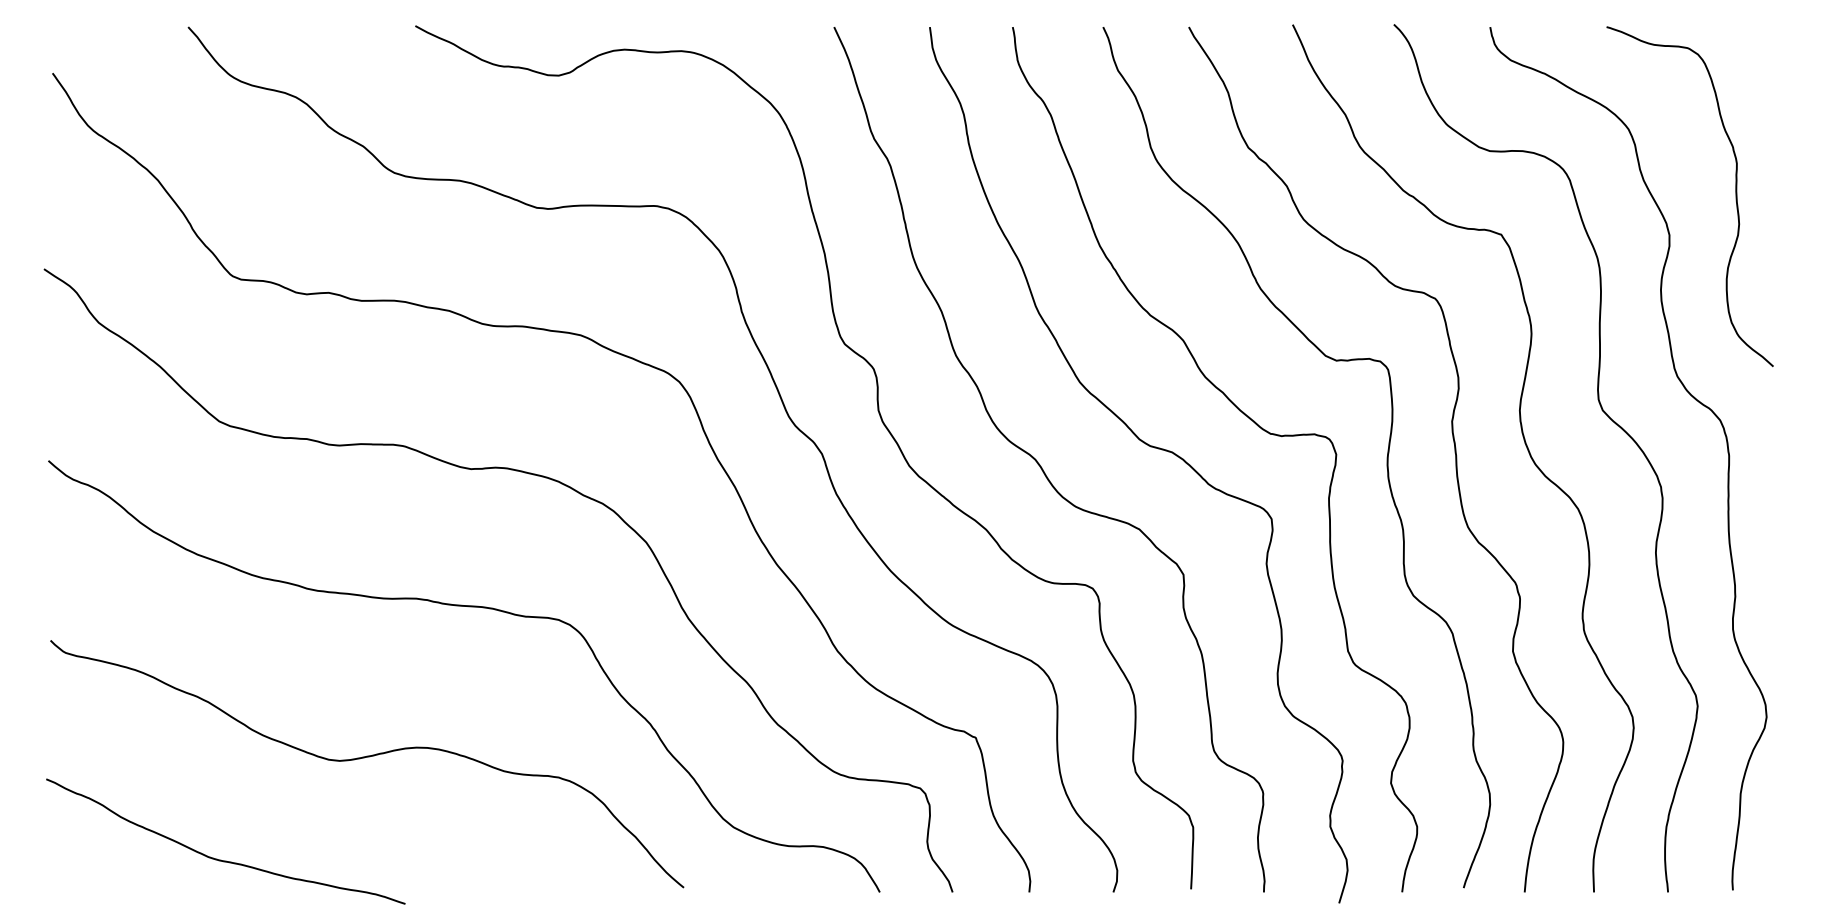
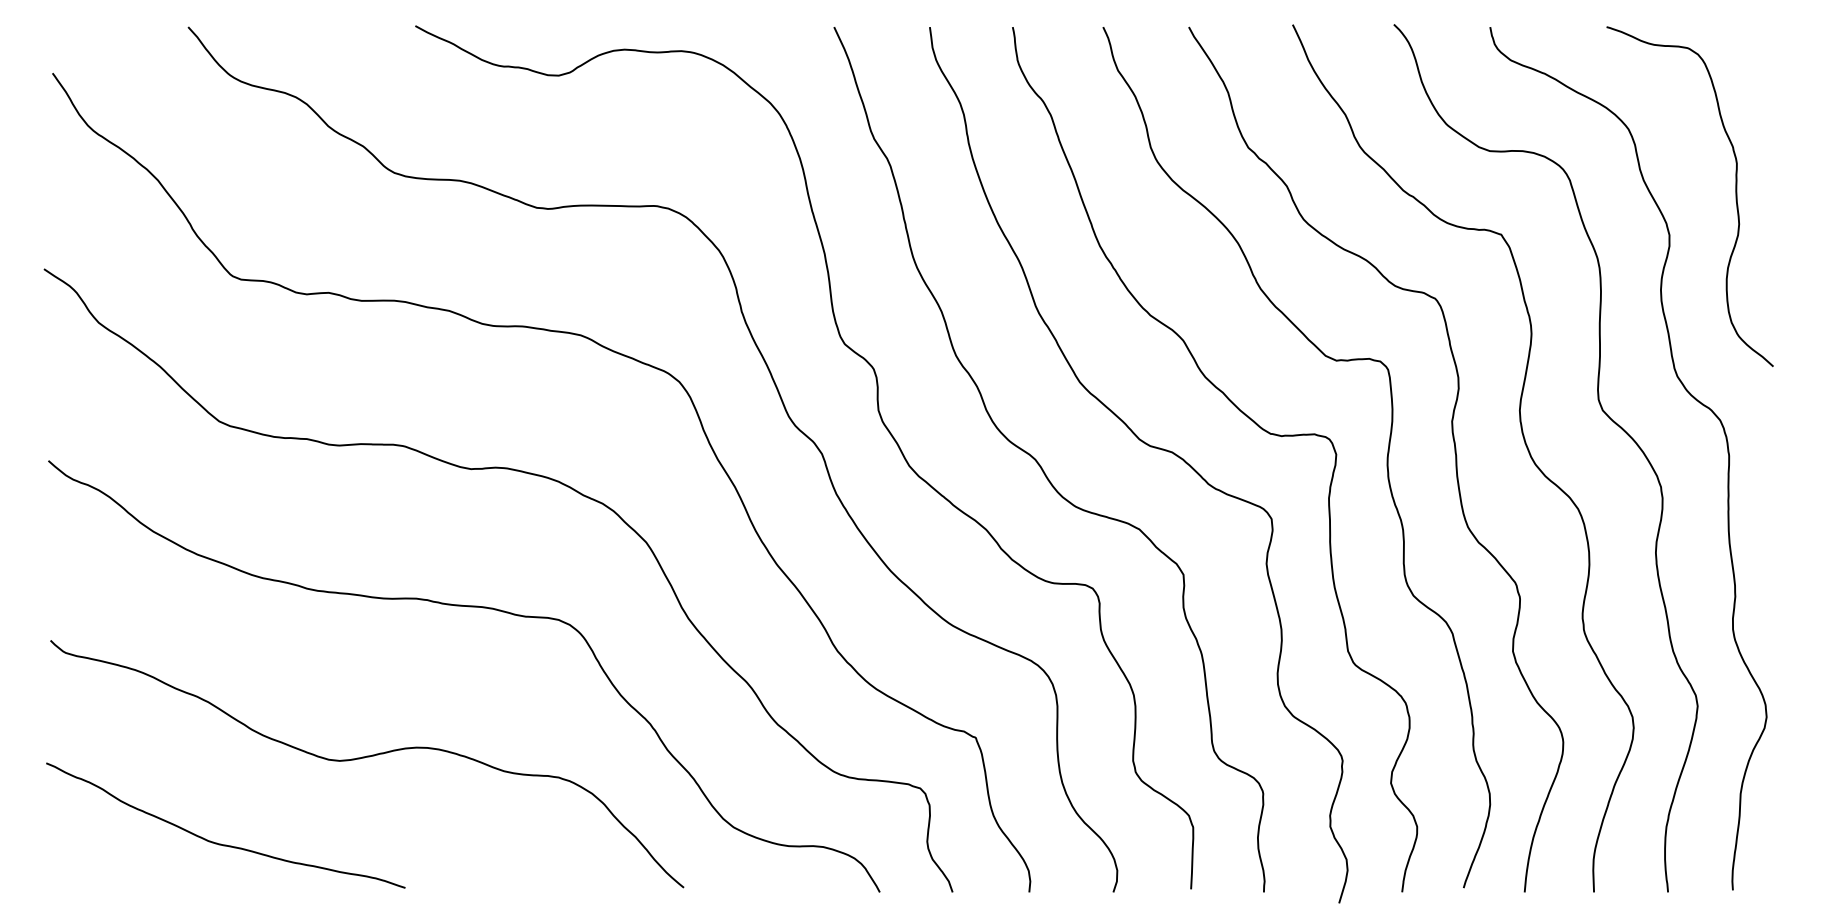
curve at (221, 859) position: (221, 859) -> (221, 843)
